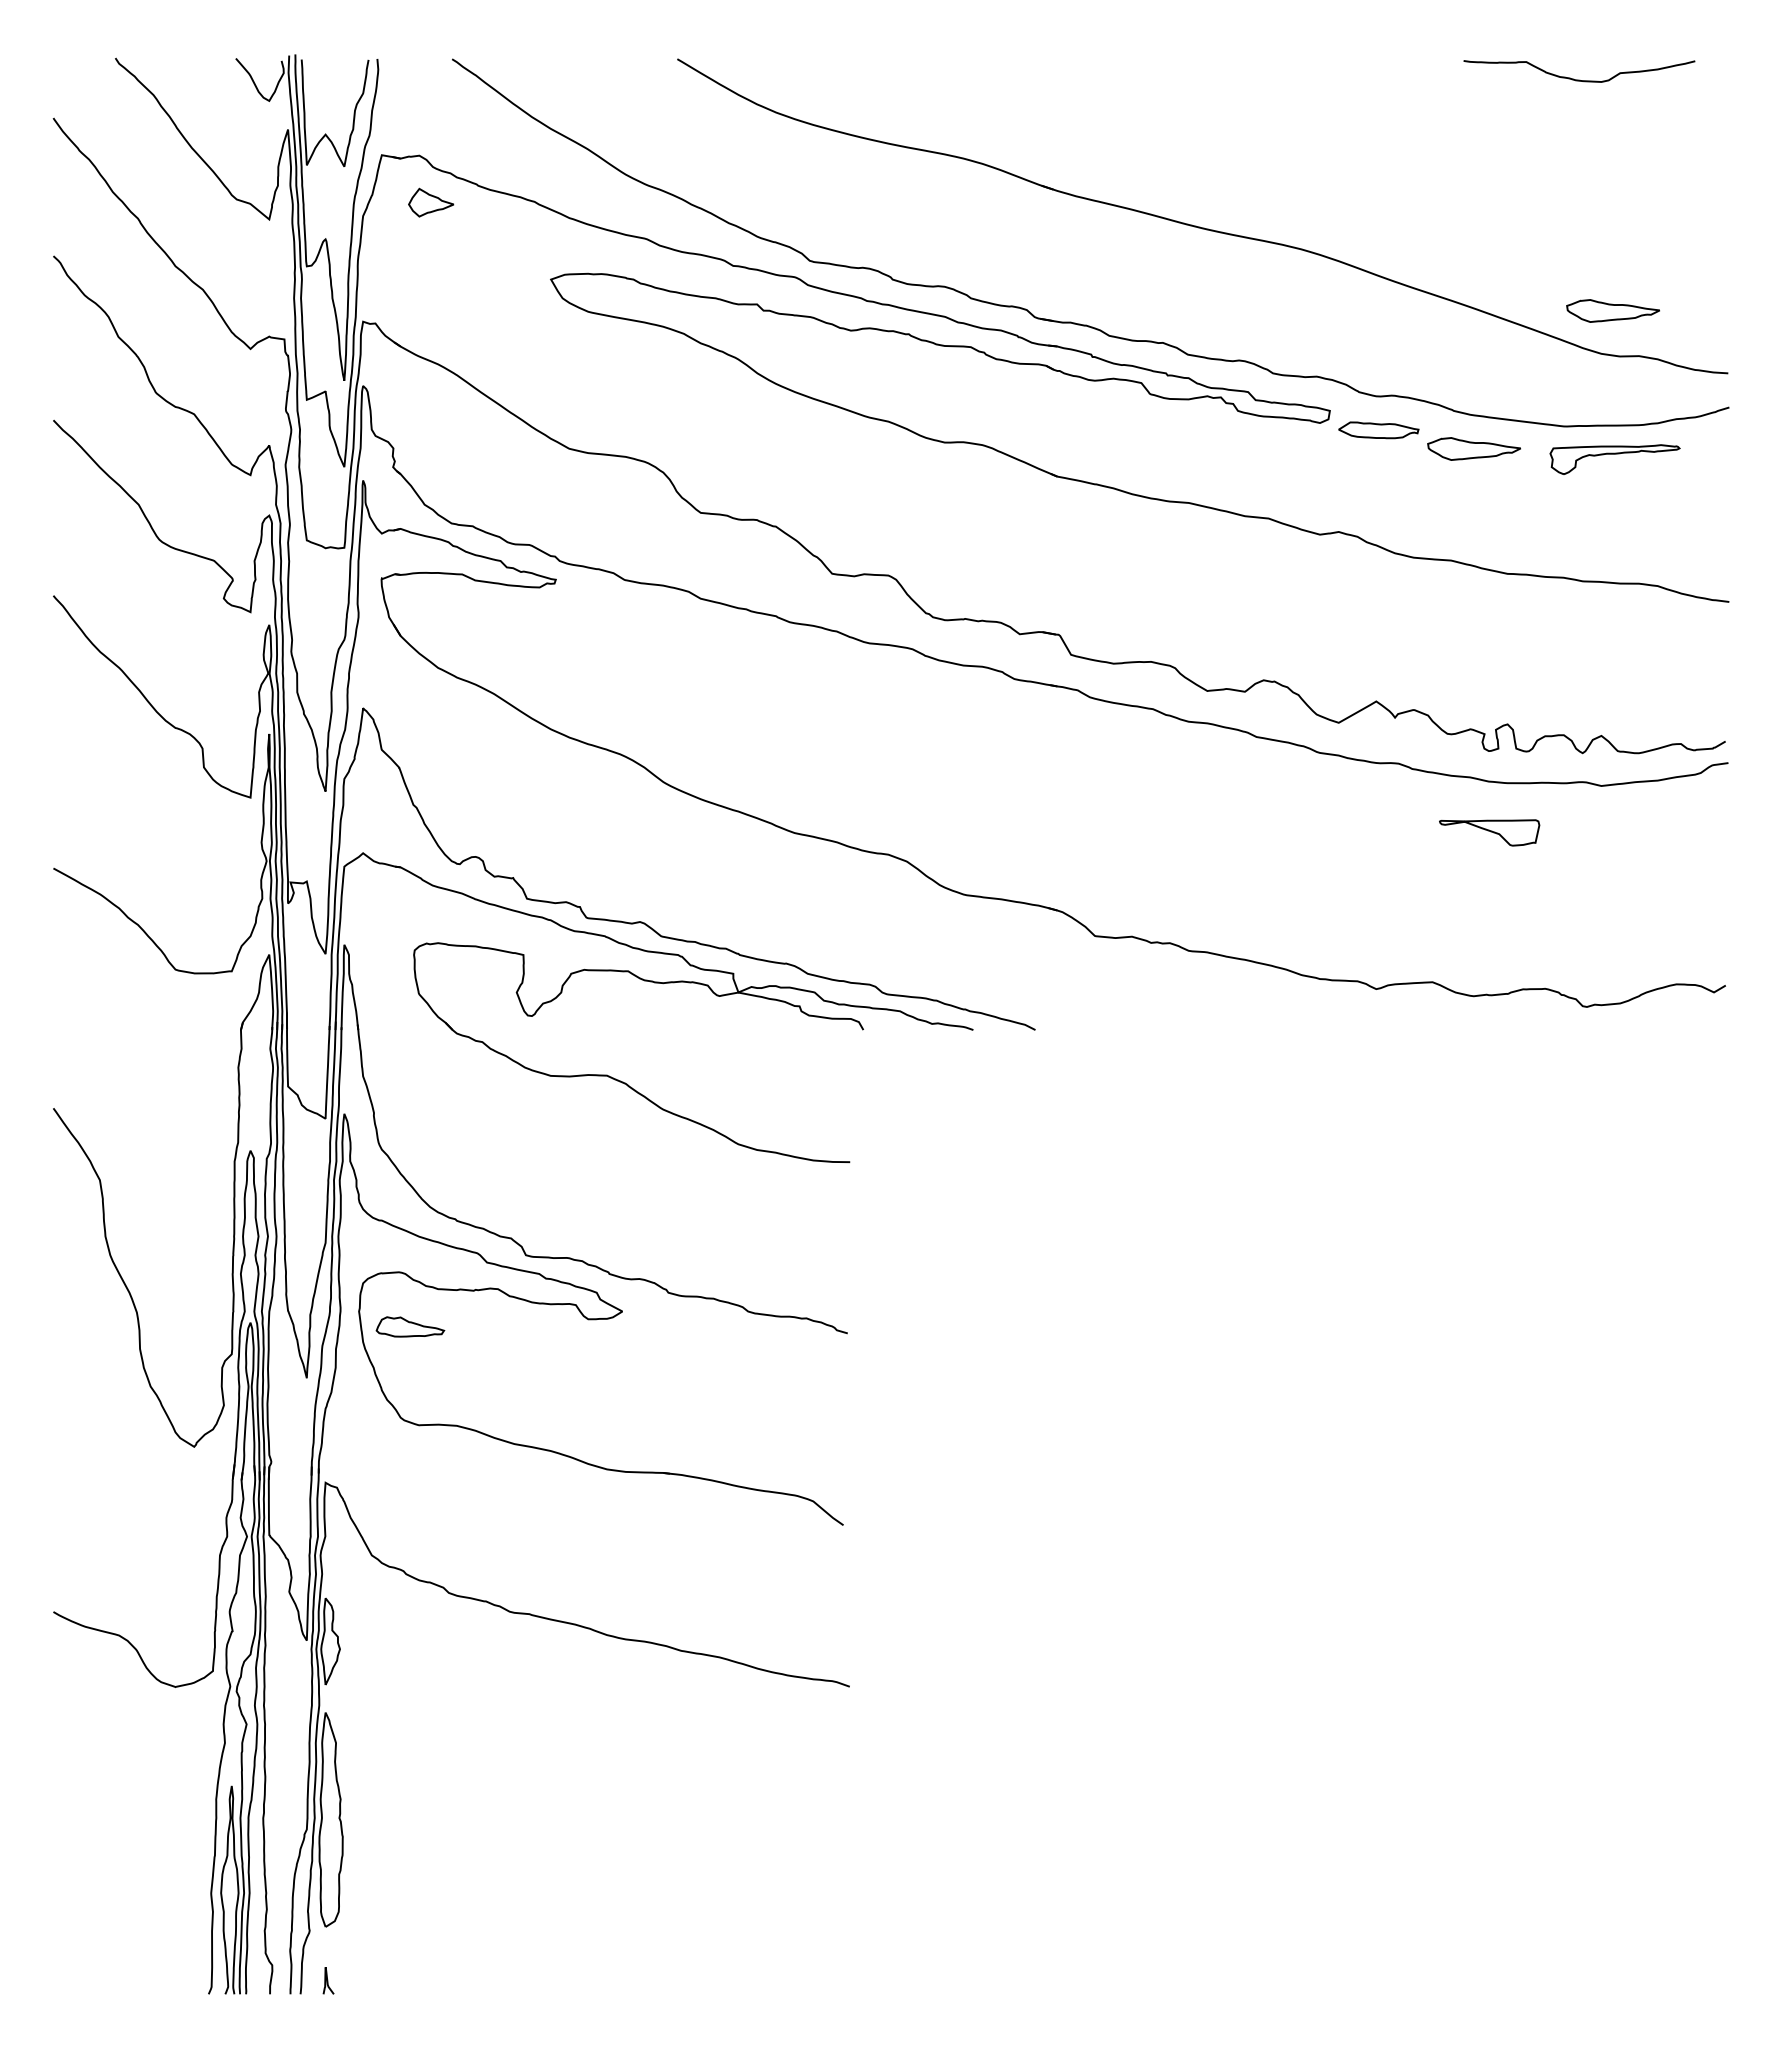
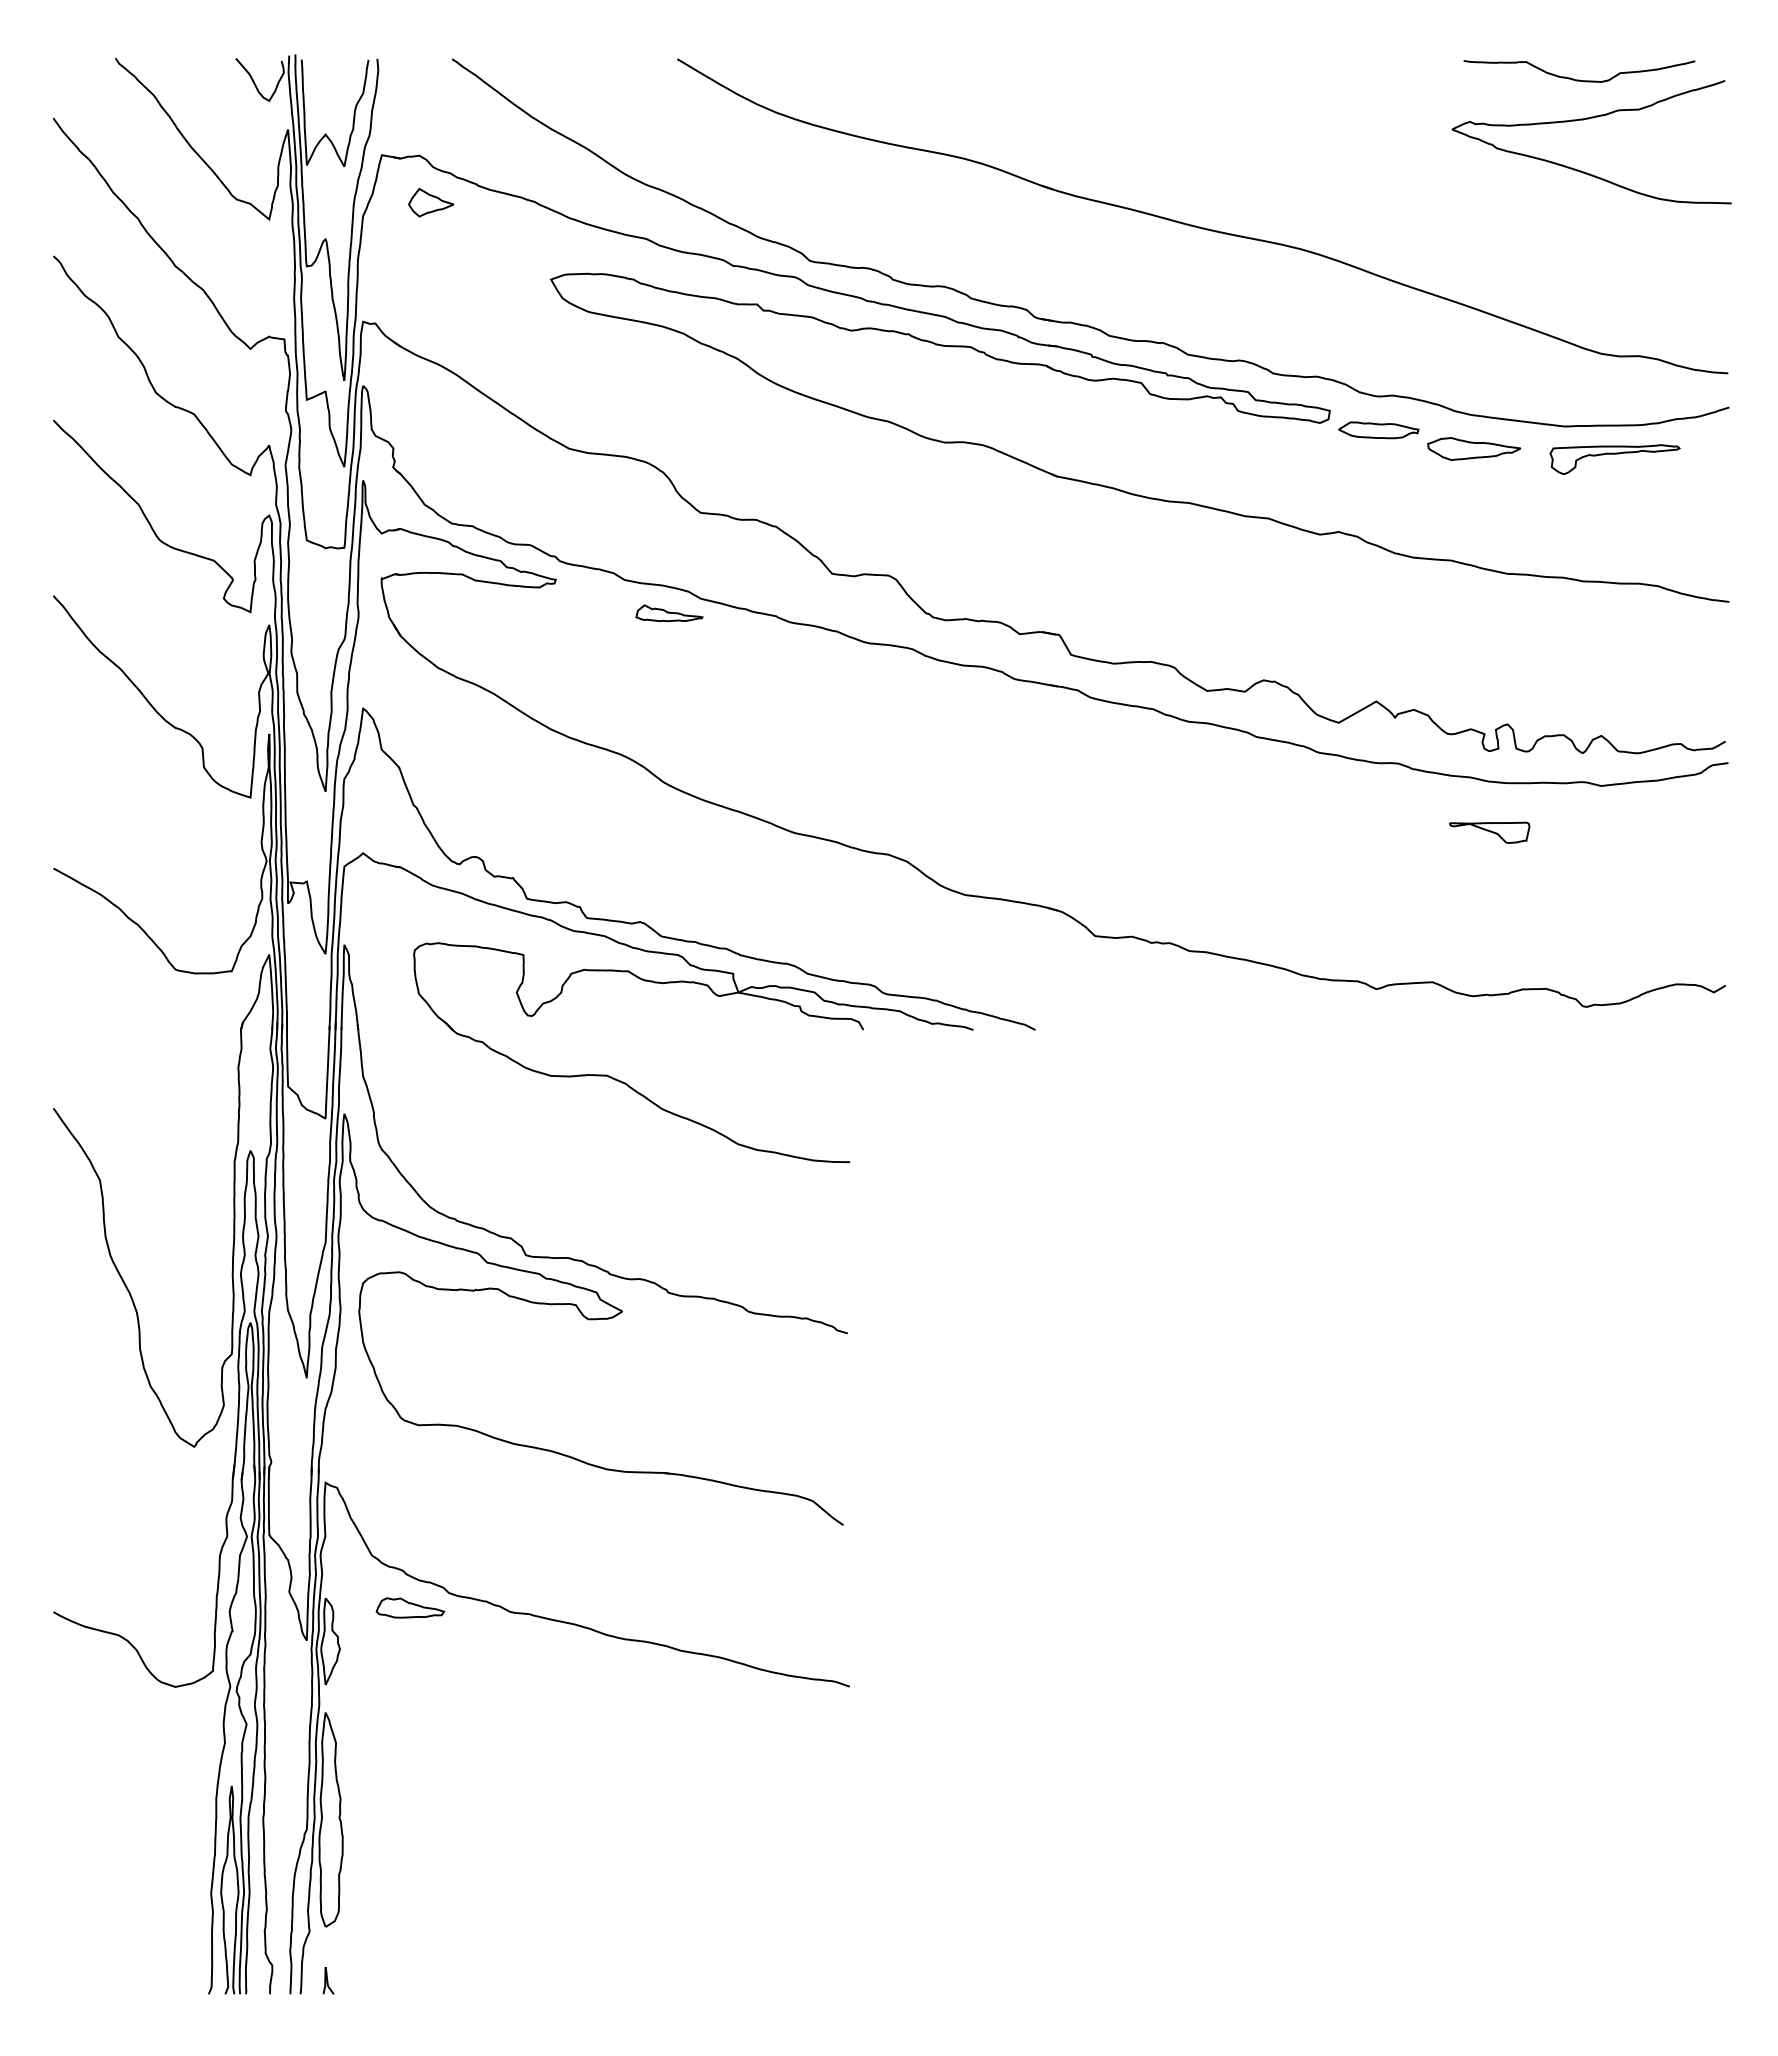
curve at (1588, 119): none -> present
part at (1612, 310): present -> none
part at (669, 613): none -> present
part at (1489, 832) size: 102x28 px -> 82x23 px
part at (410, 1326) position: (410, 1326) -> (410, 1607)
